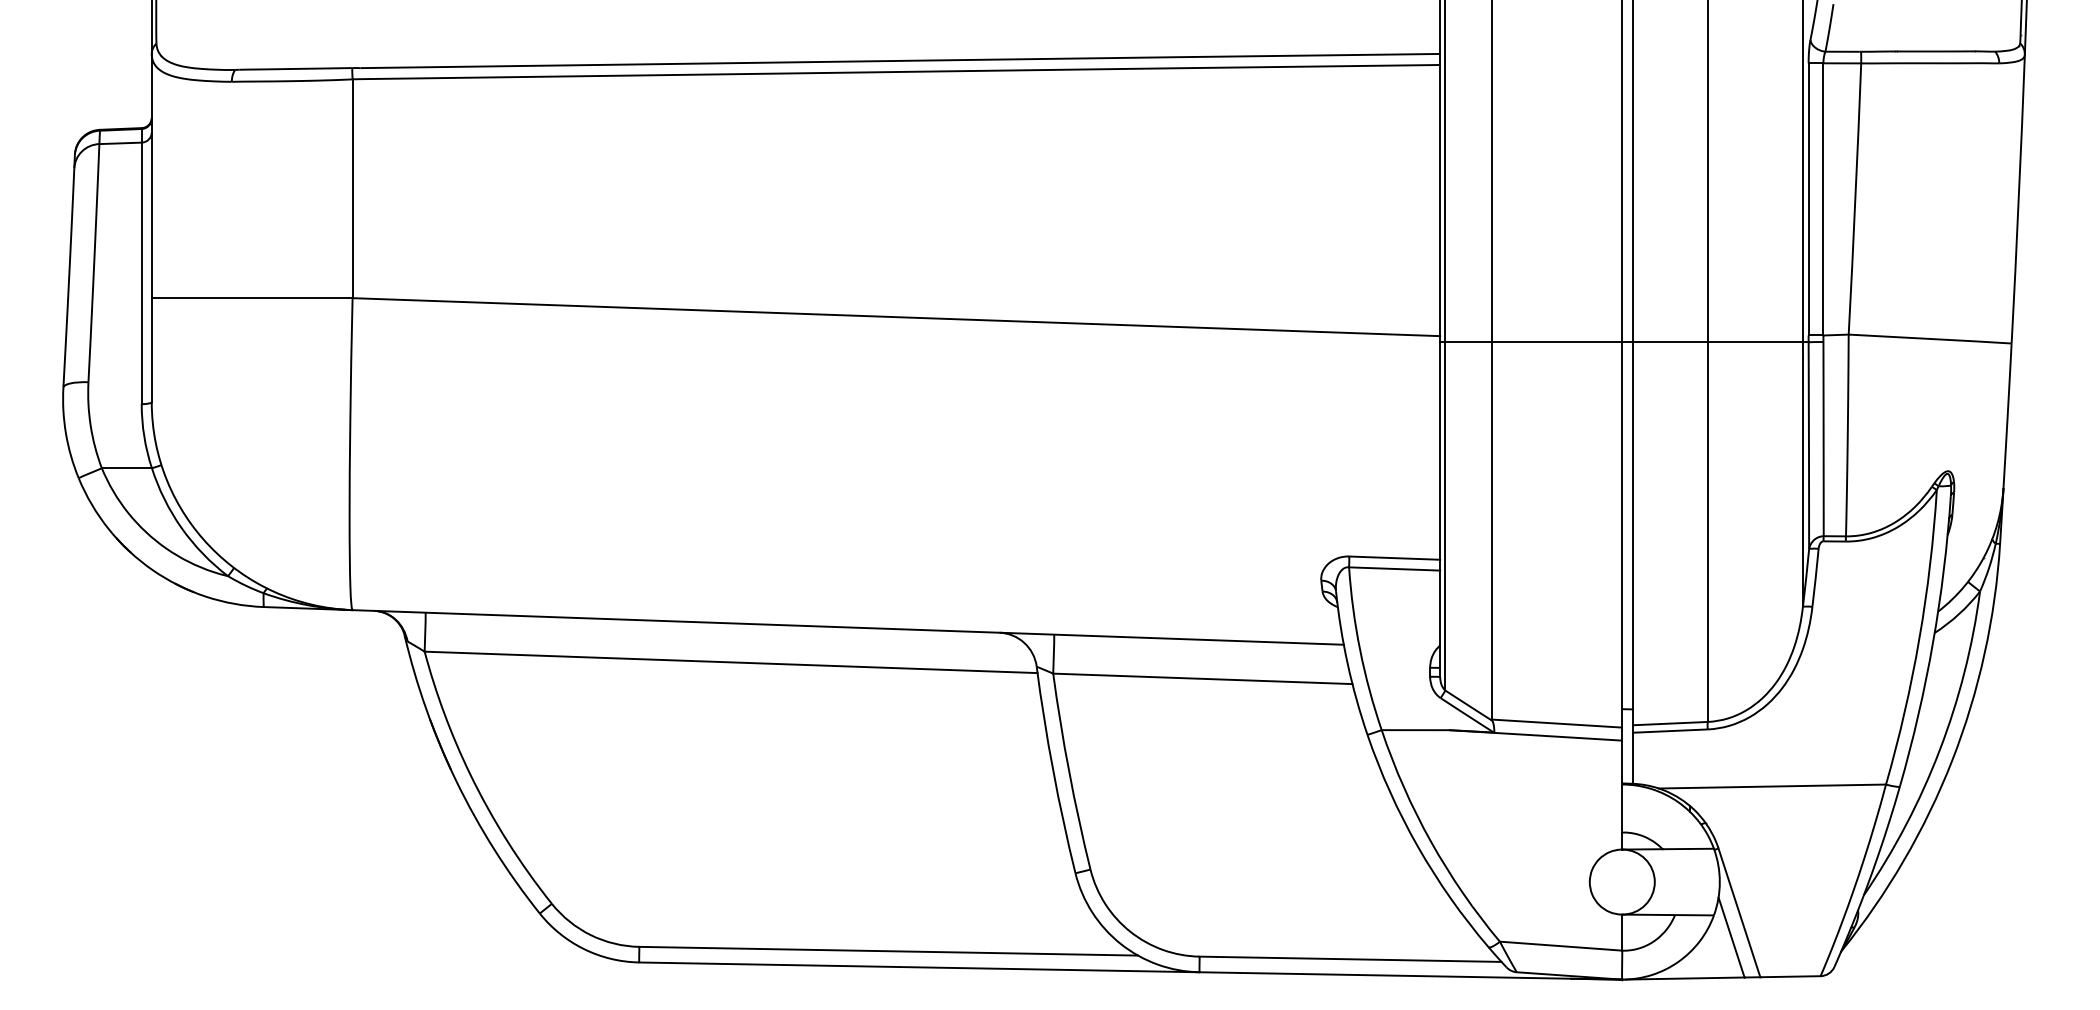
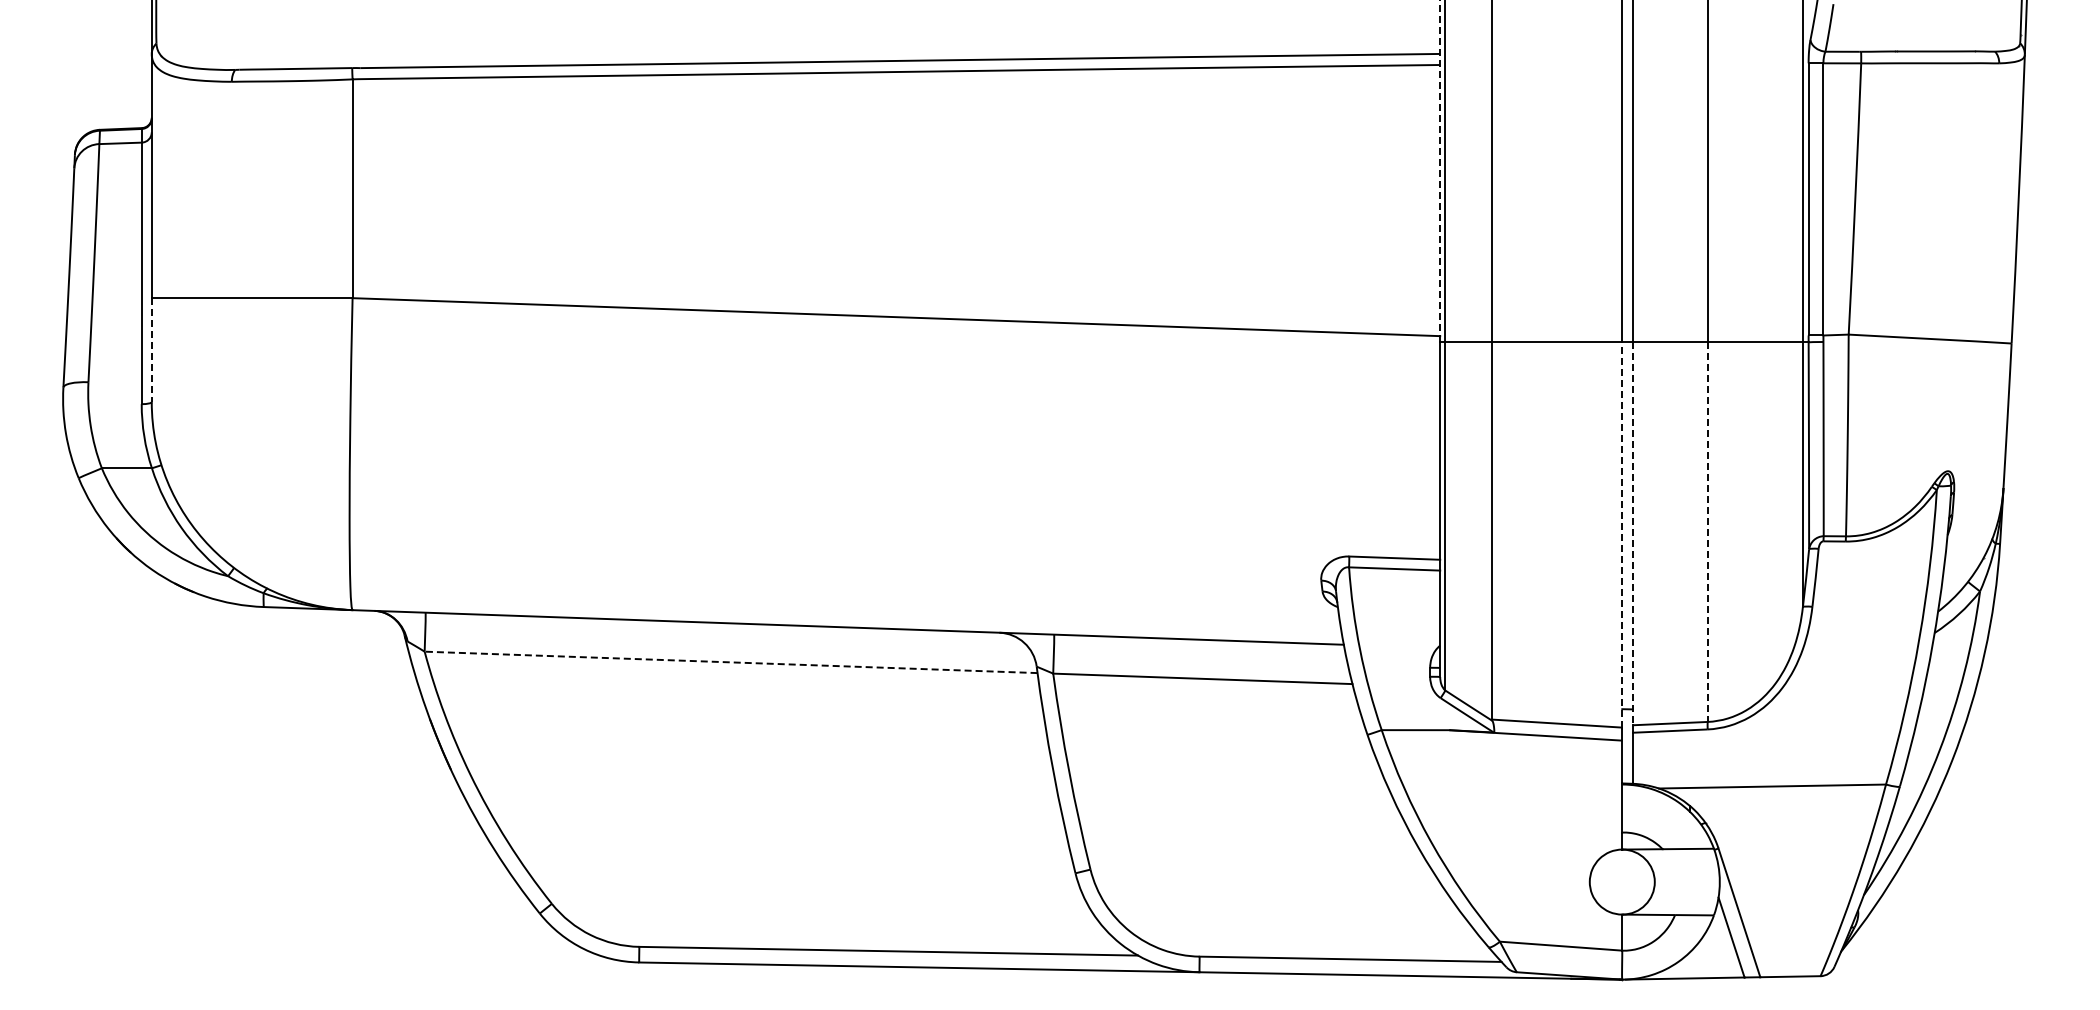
line at (1440, 171): solid -> dashed
line at (151, 350): solid -> dashed
line at (1707, 532): solid -> dashed
line at (1622, 534): solid -> dashed
line at (1632, 534): solid -> dashed
line at (731, 662): solid -> dashed
